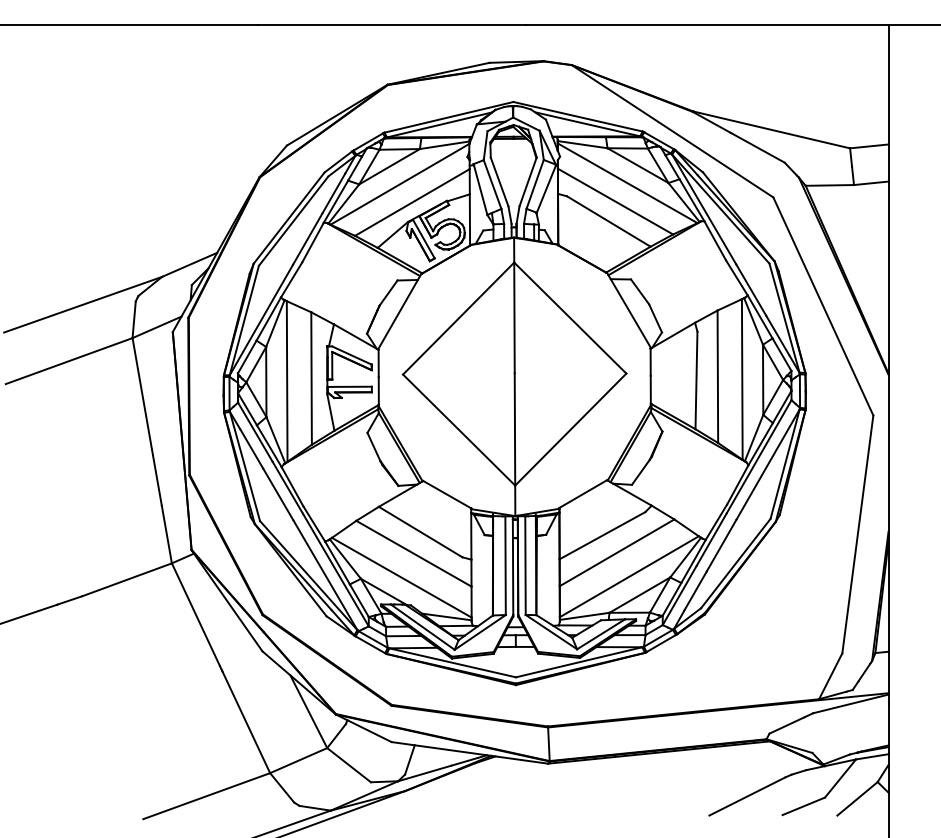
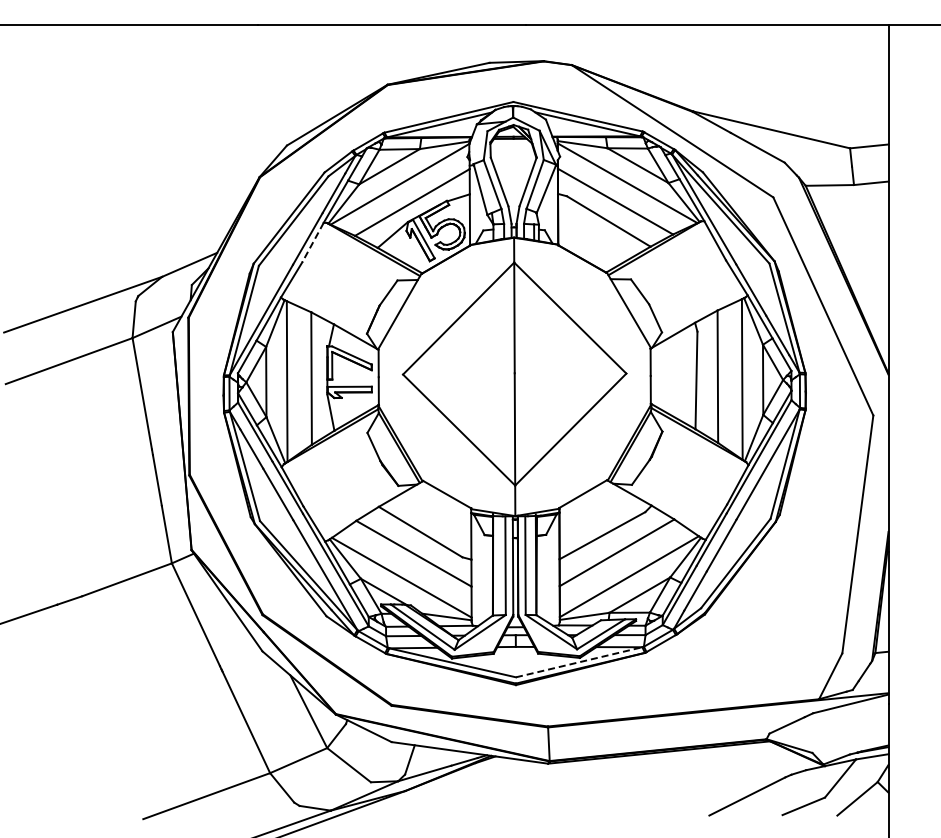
line at (312, 242): solid -> dashed
line at (579, 662): solid -> dashed
